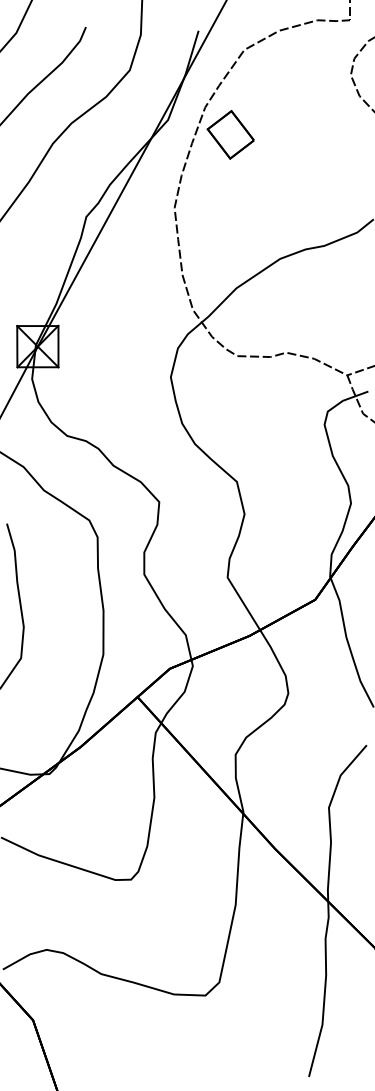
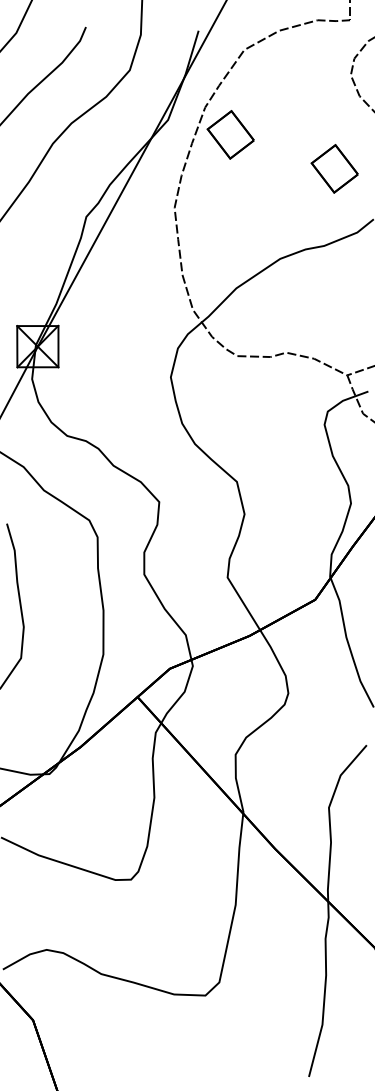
part at (334, 168): none -> present
